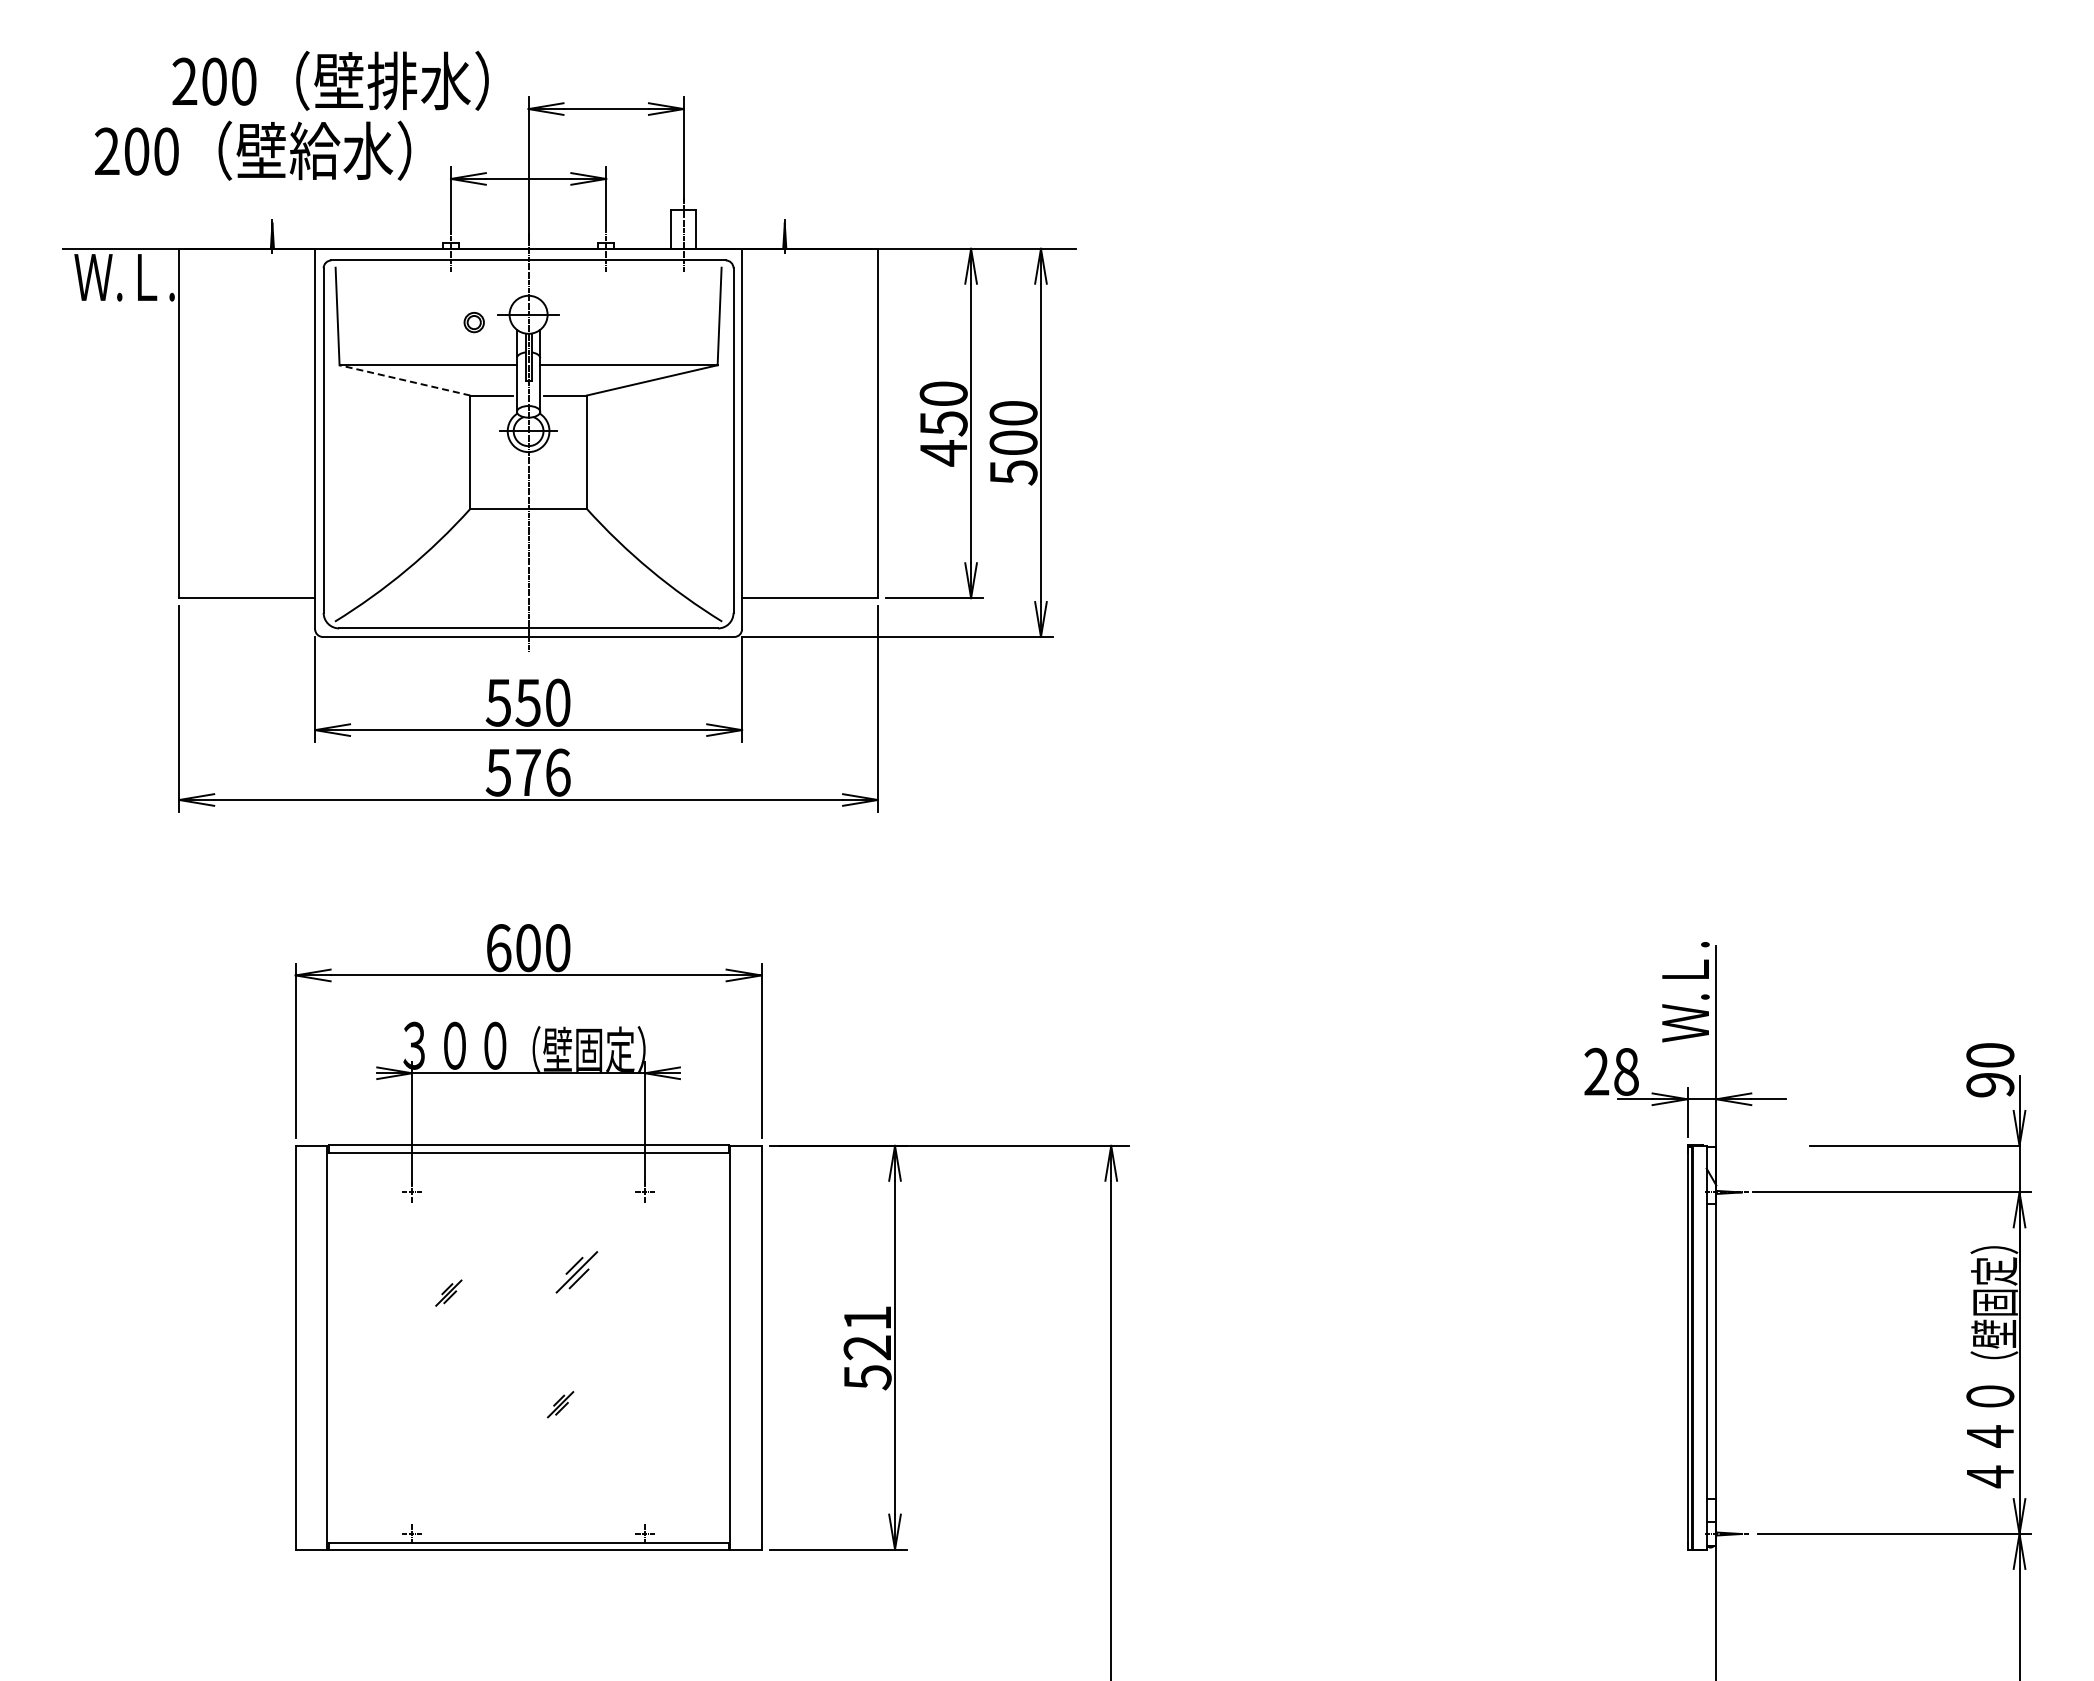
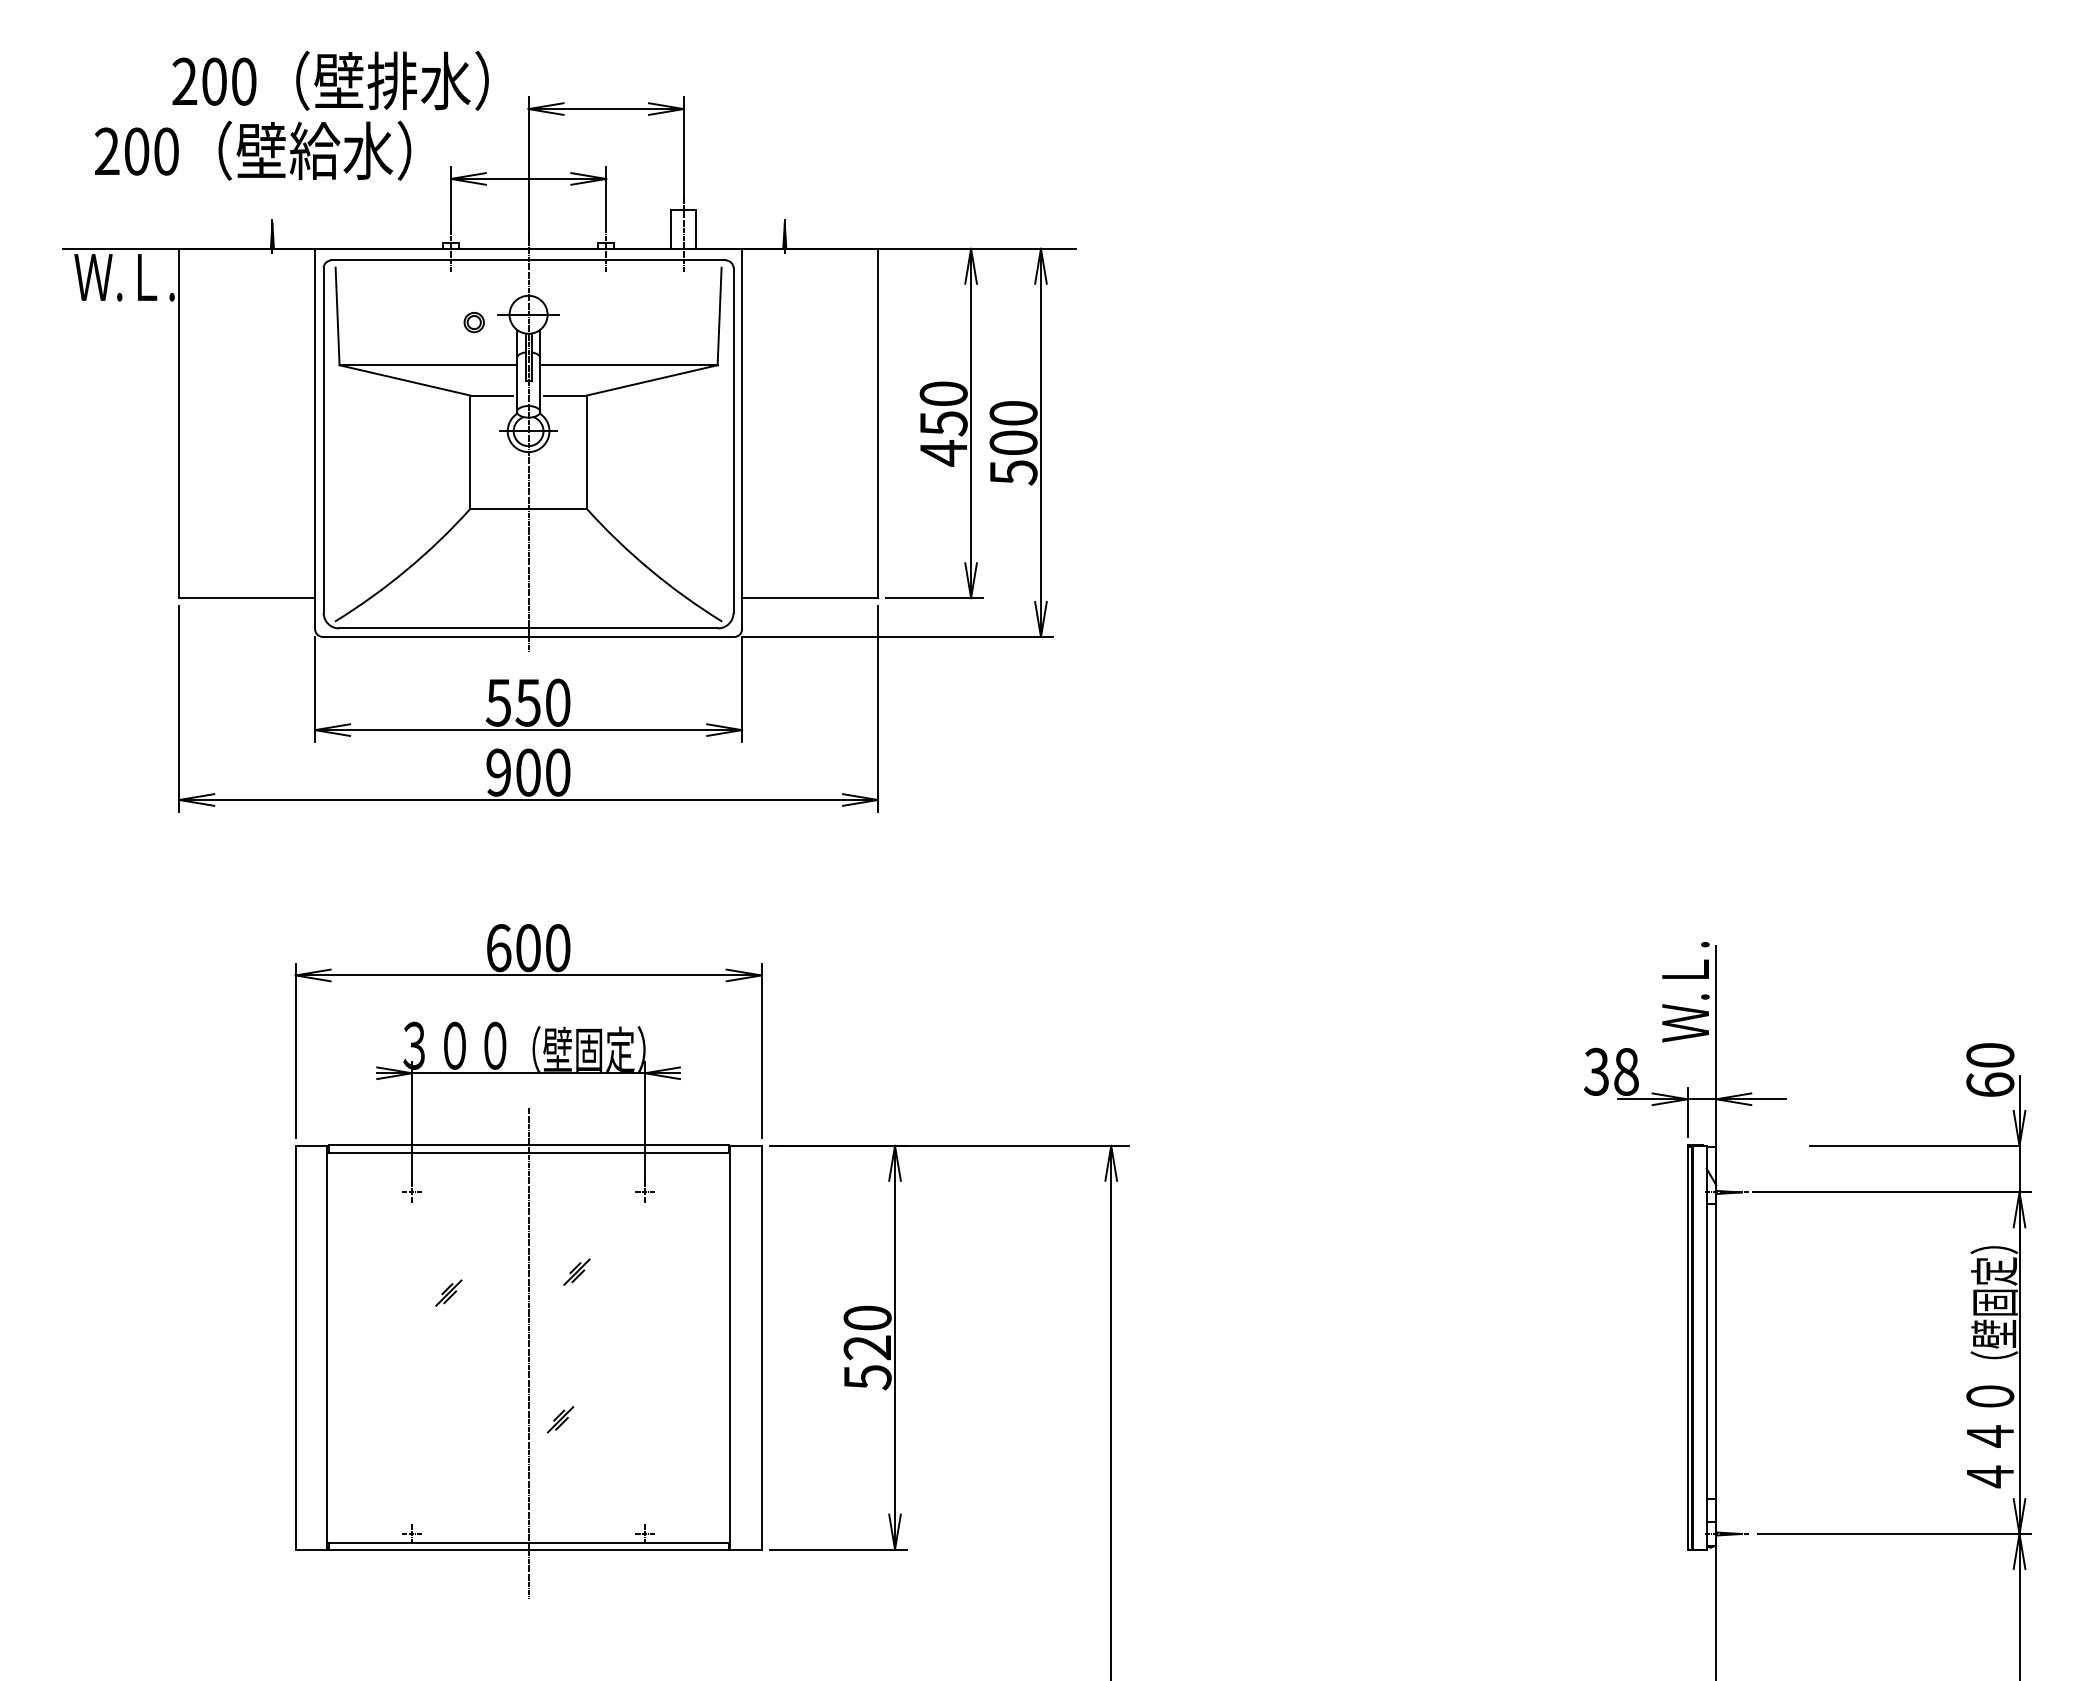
line at (404, 380): dashed -> solid
text at (527, 772): 576 -> 900
text at (1596, 1071): 28 -> 38
text at (1990, 1084): 90 -> 60
part at (576, 1272) size: 44x43 px -> 28x28 px
text at (867, 1317): 521 -> 520
line at (528, 1353): none -> present
part at (560, 1404) position: (560, 1404) -> (560, 1419)
